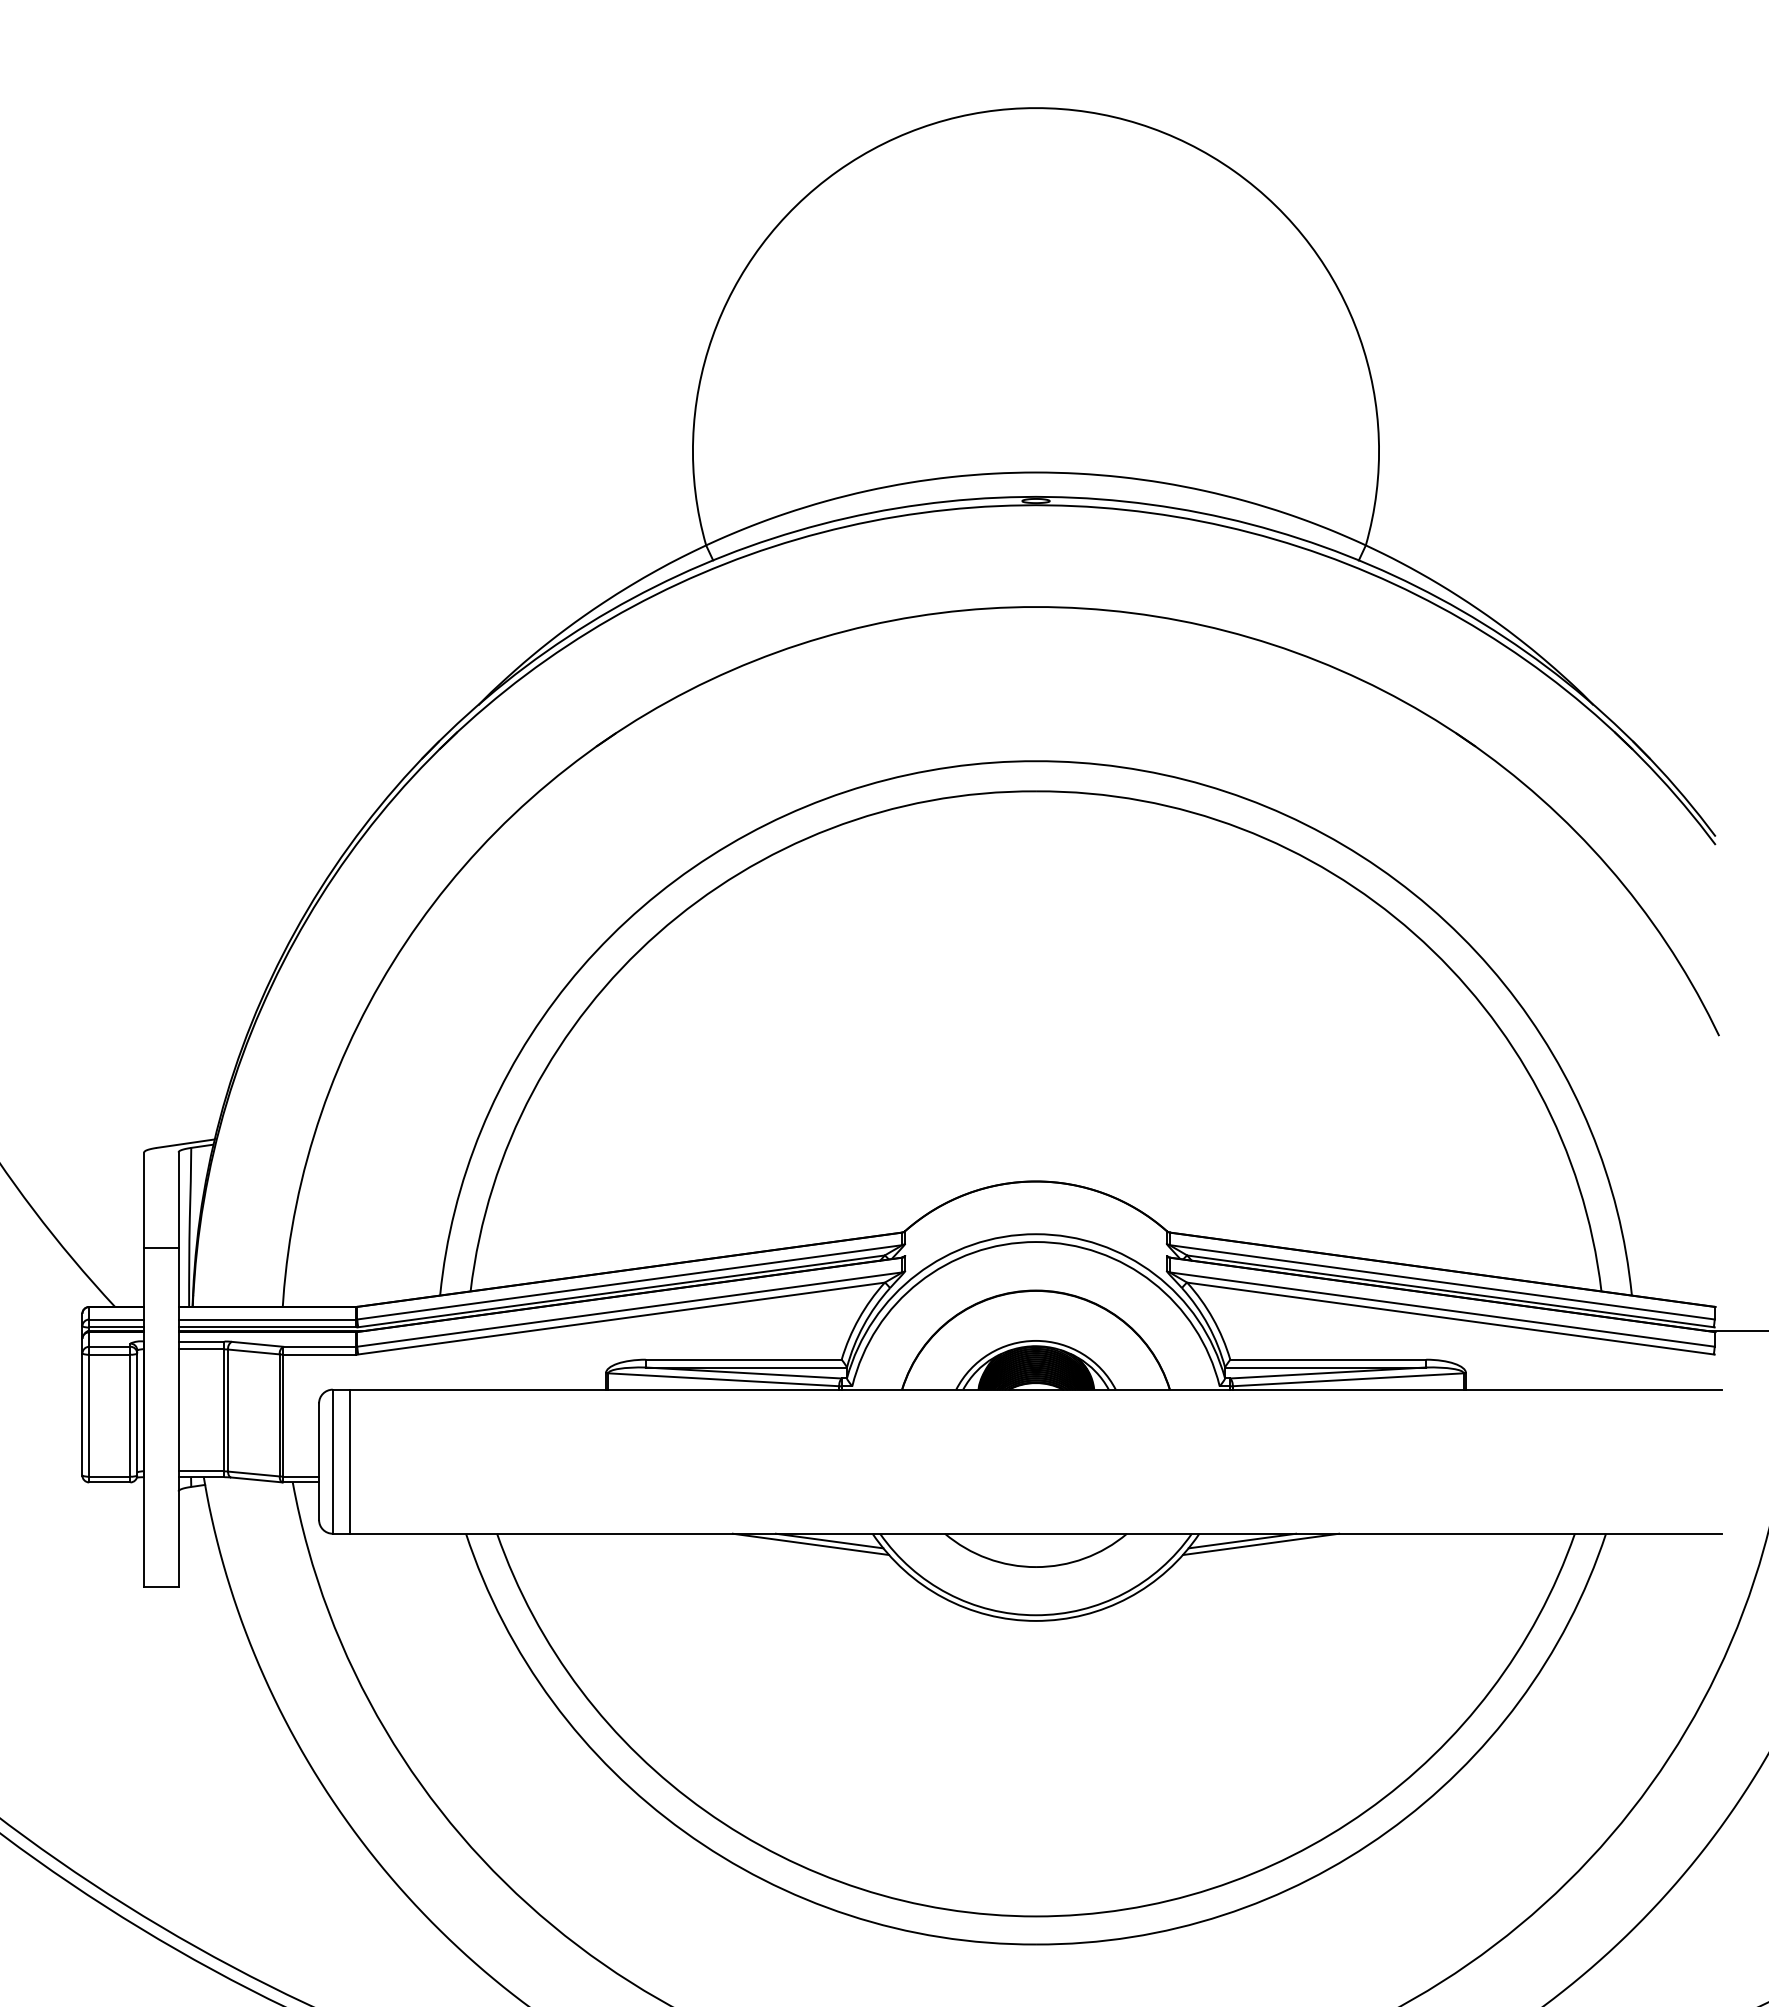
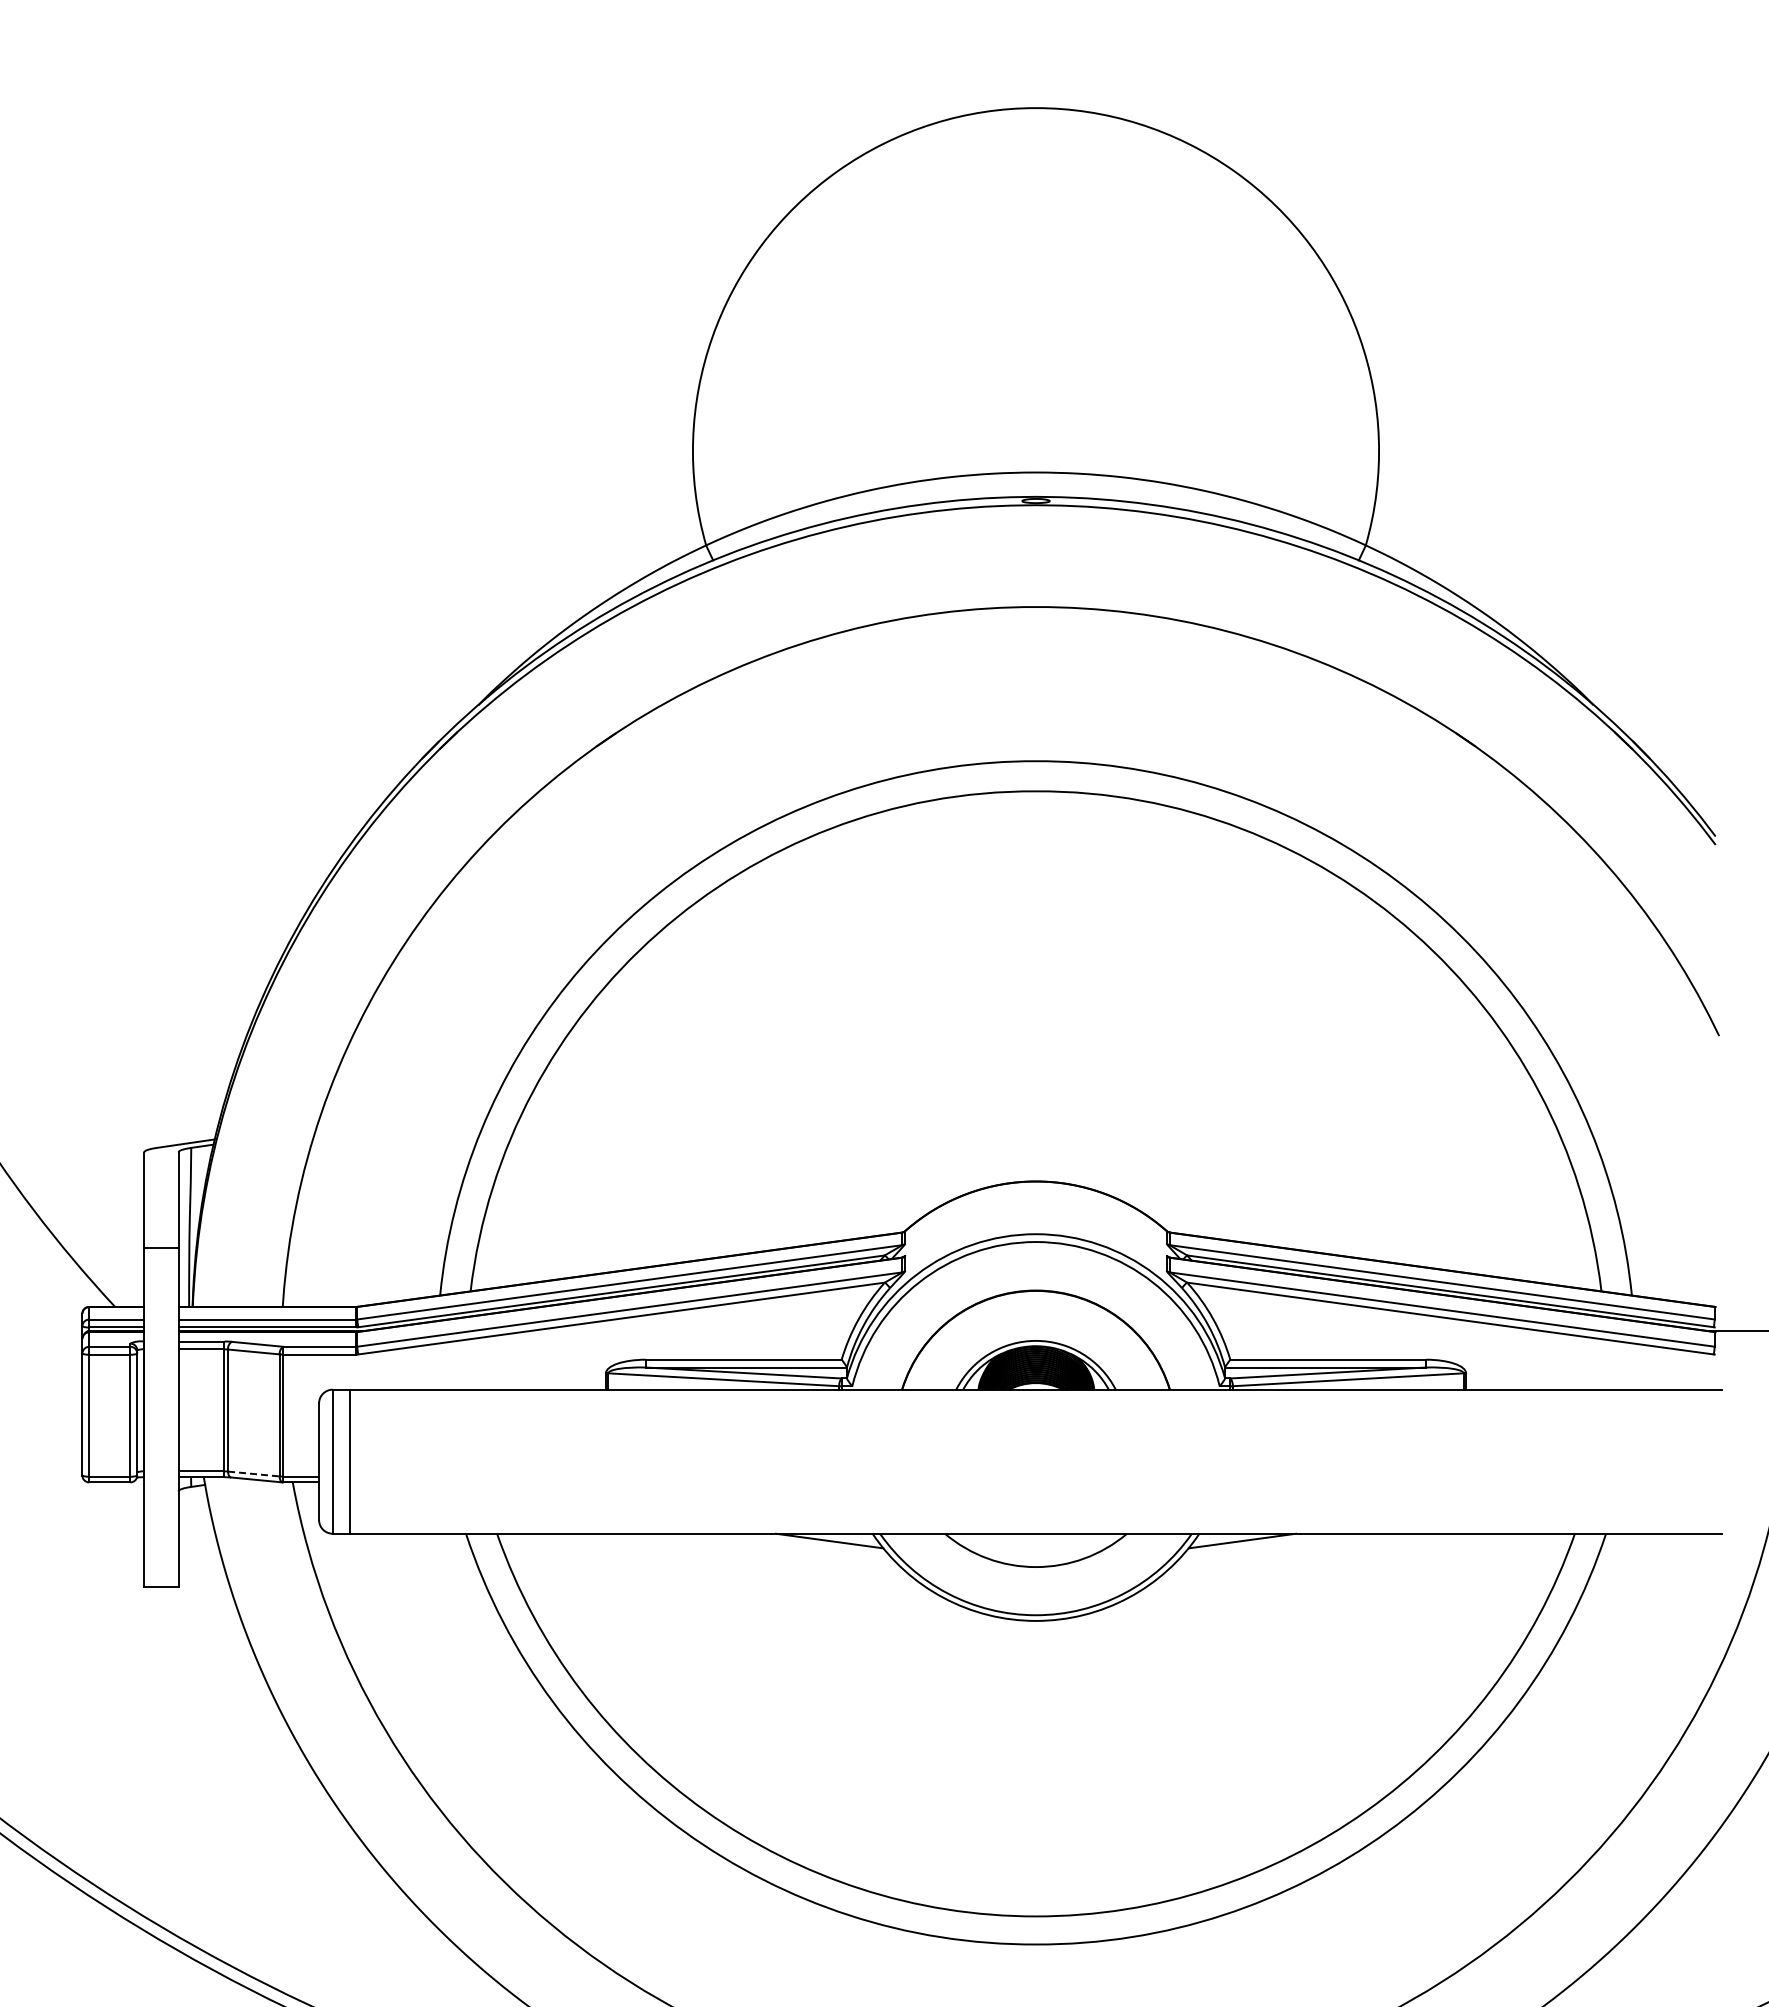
line at (253, 1474): solid -> dashed
line at (810, 1544): present -> none
line at (1261, 1544): present -> none
